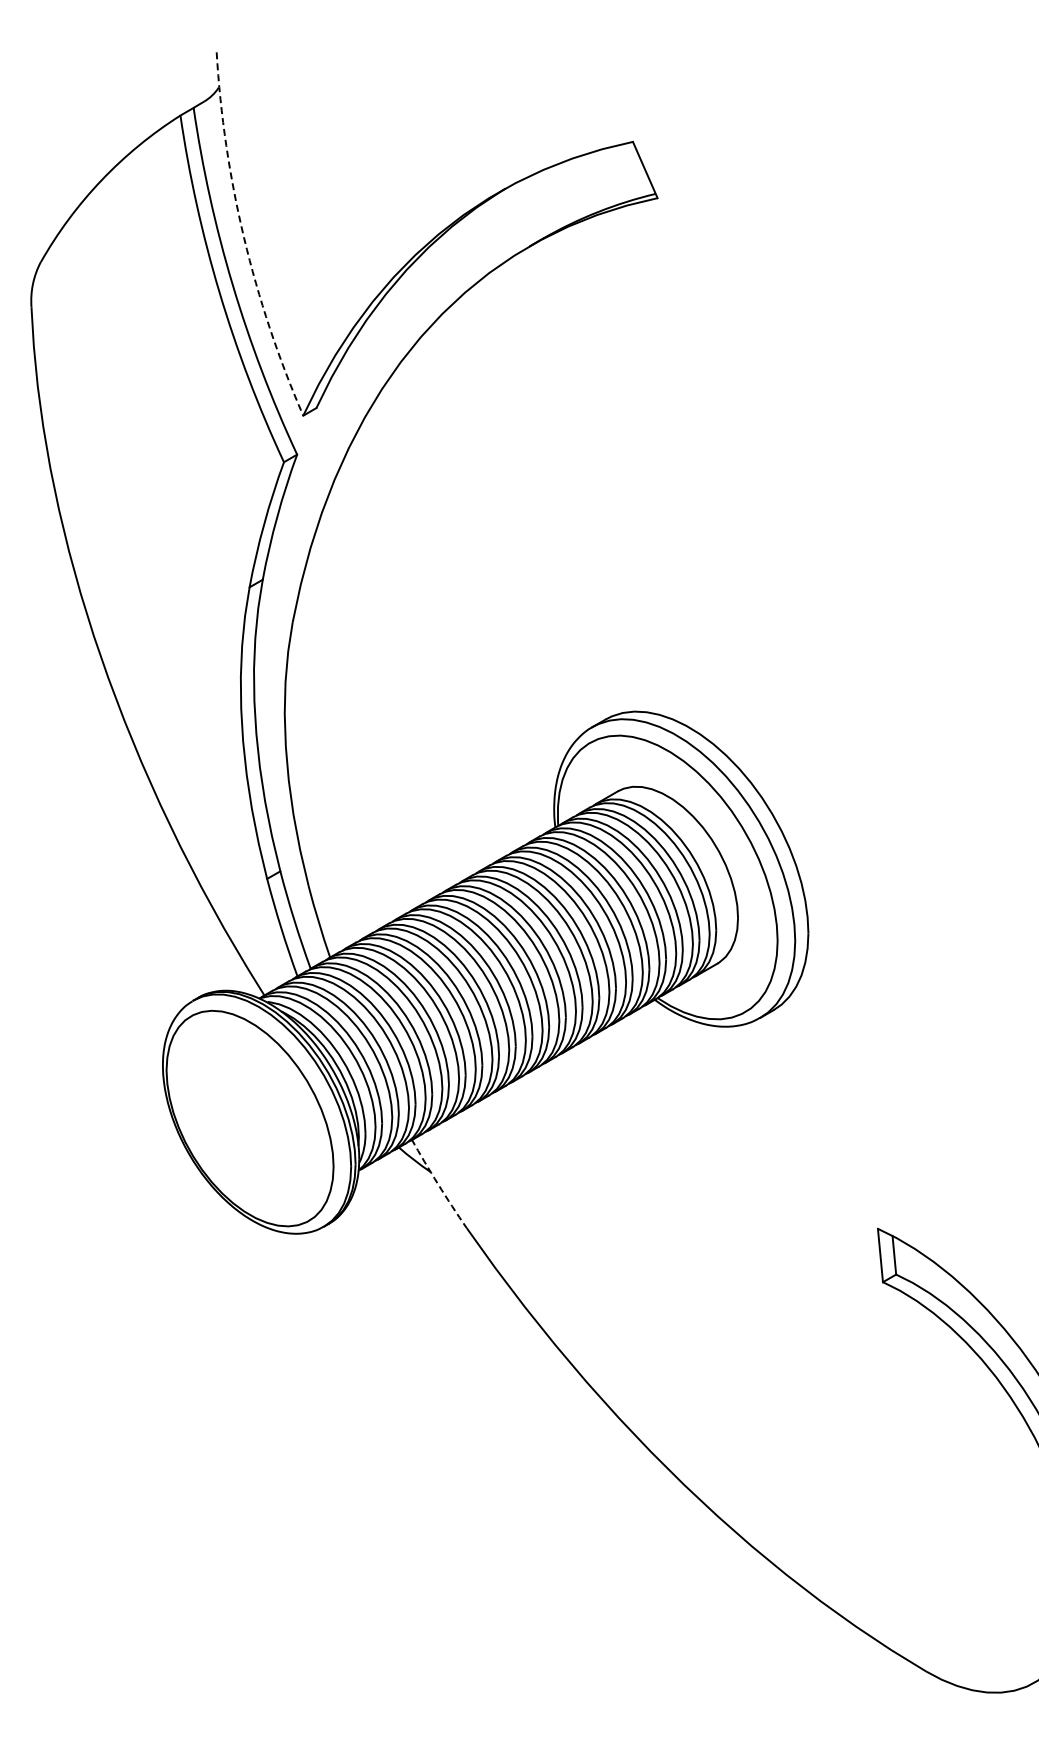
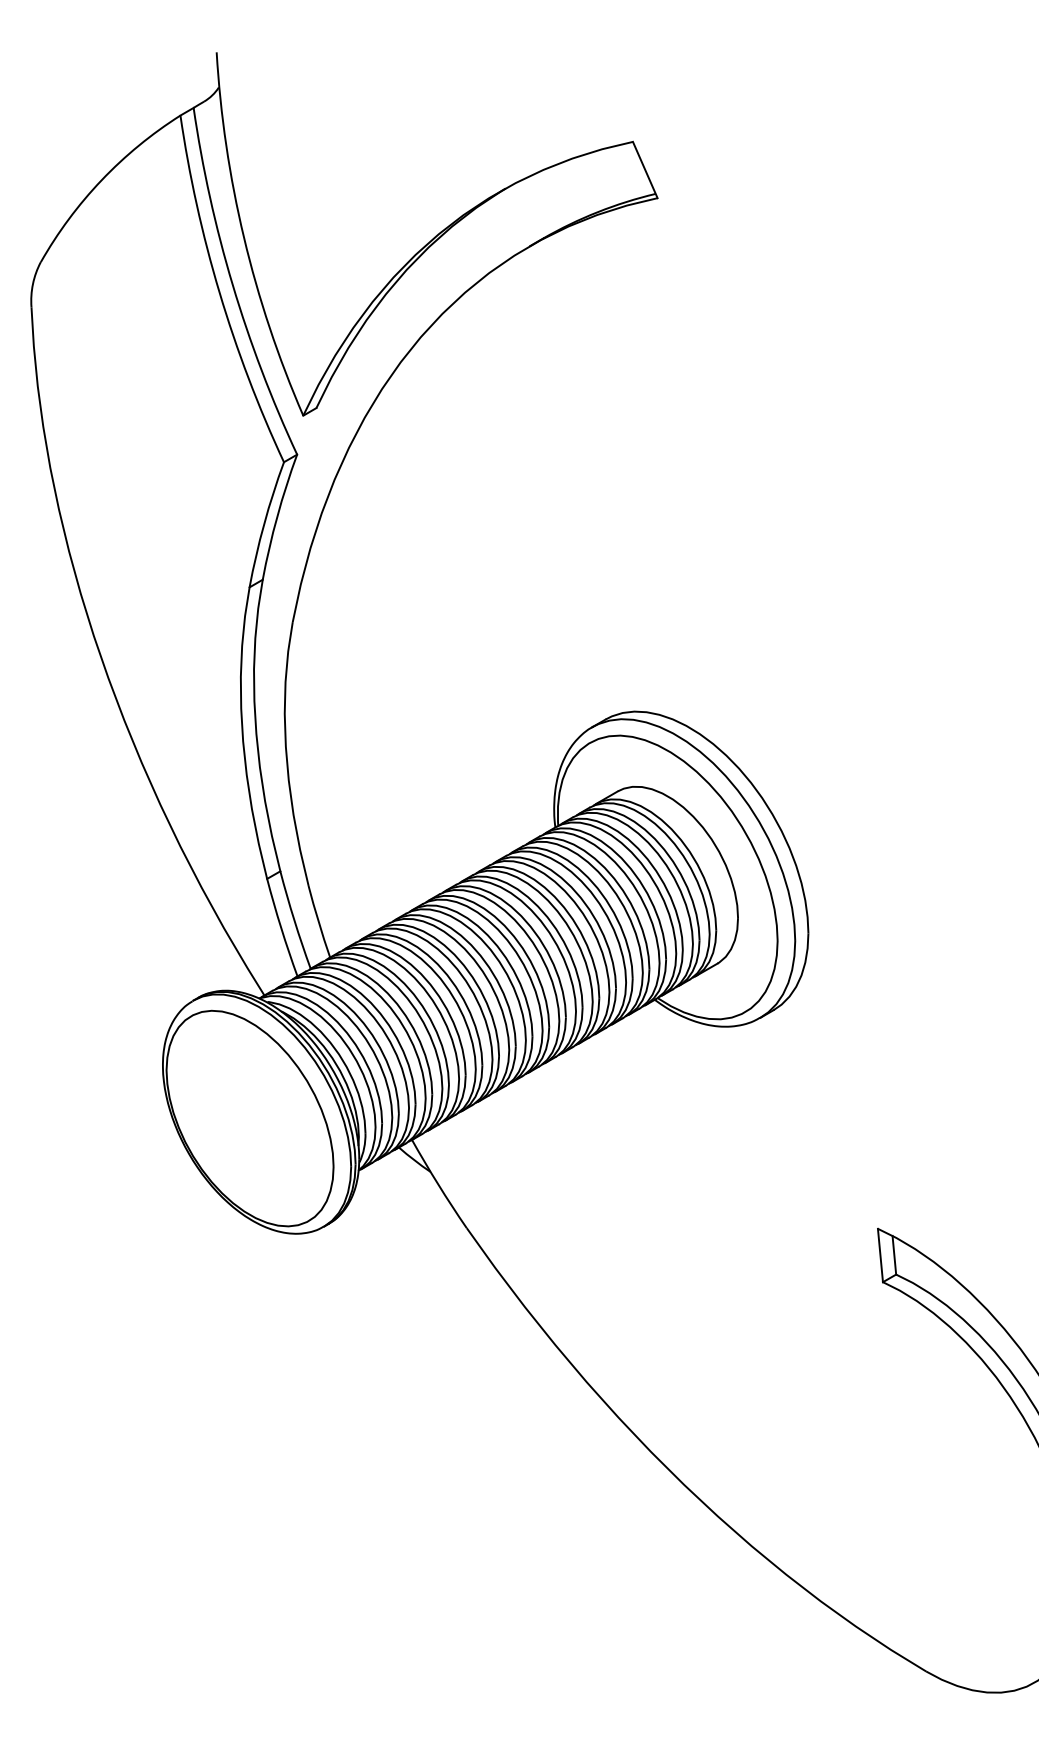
arc at (244, 237): dashed -> solid
arc at (438, 1184): dashed -> solid
